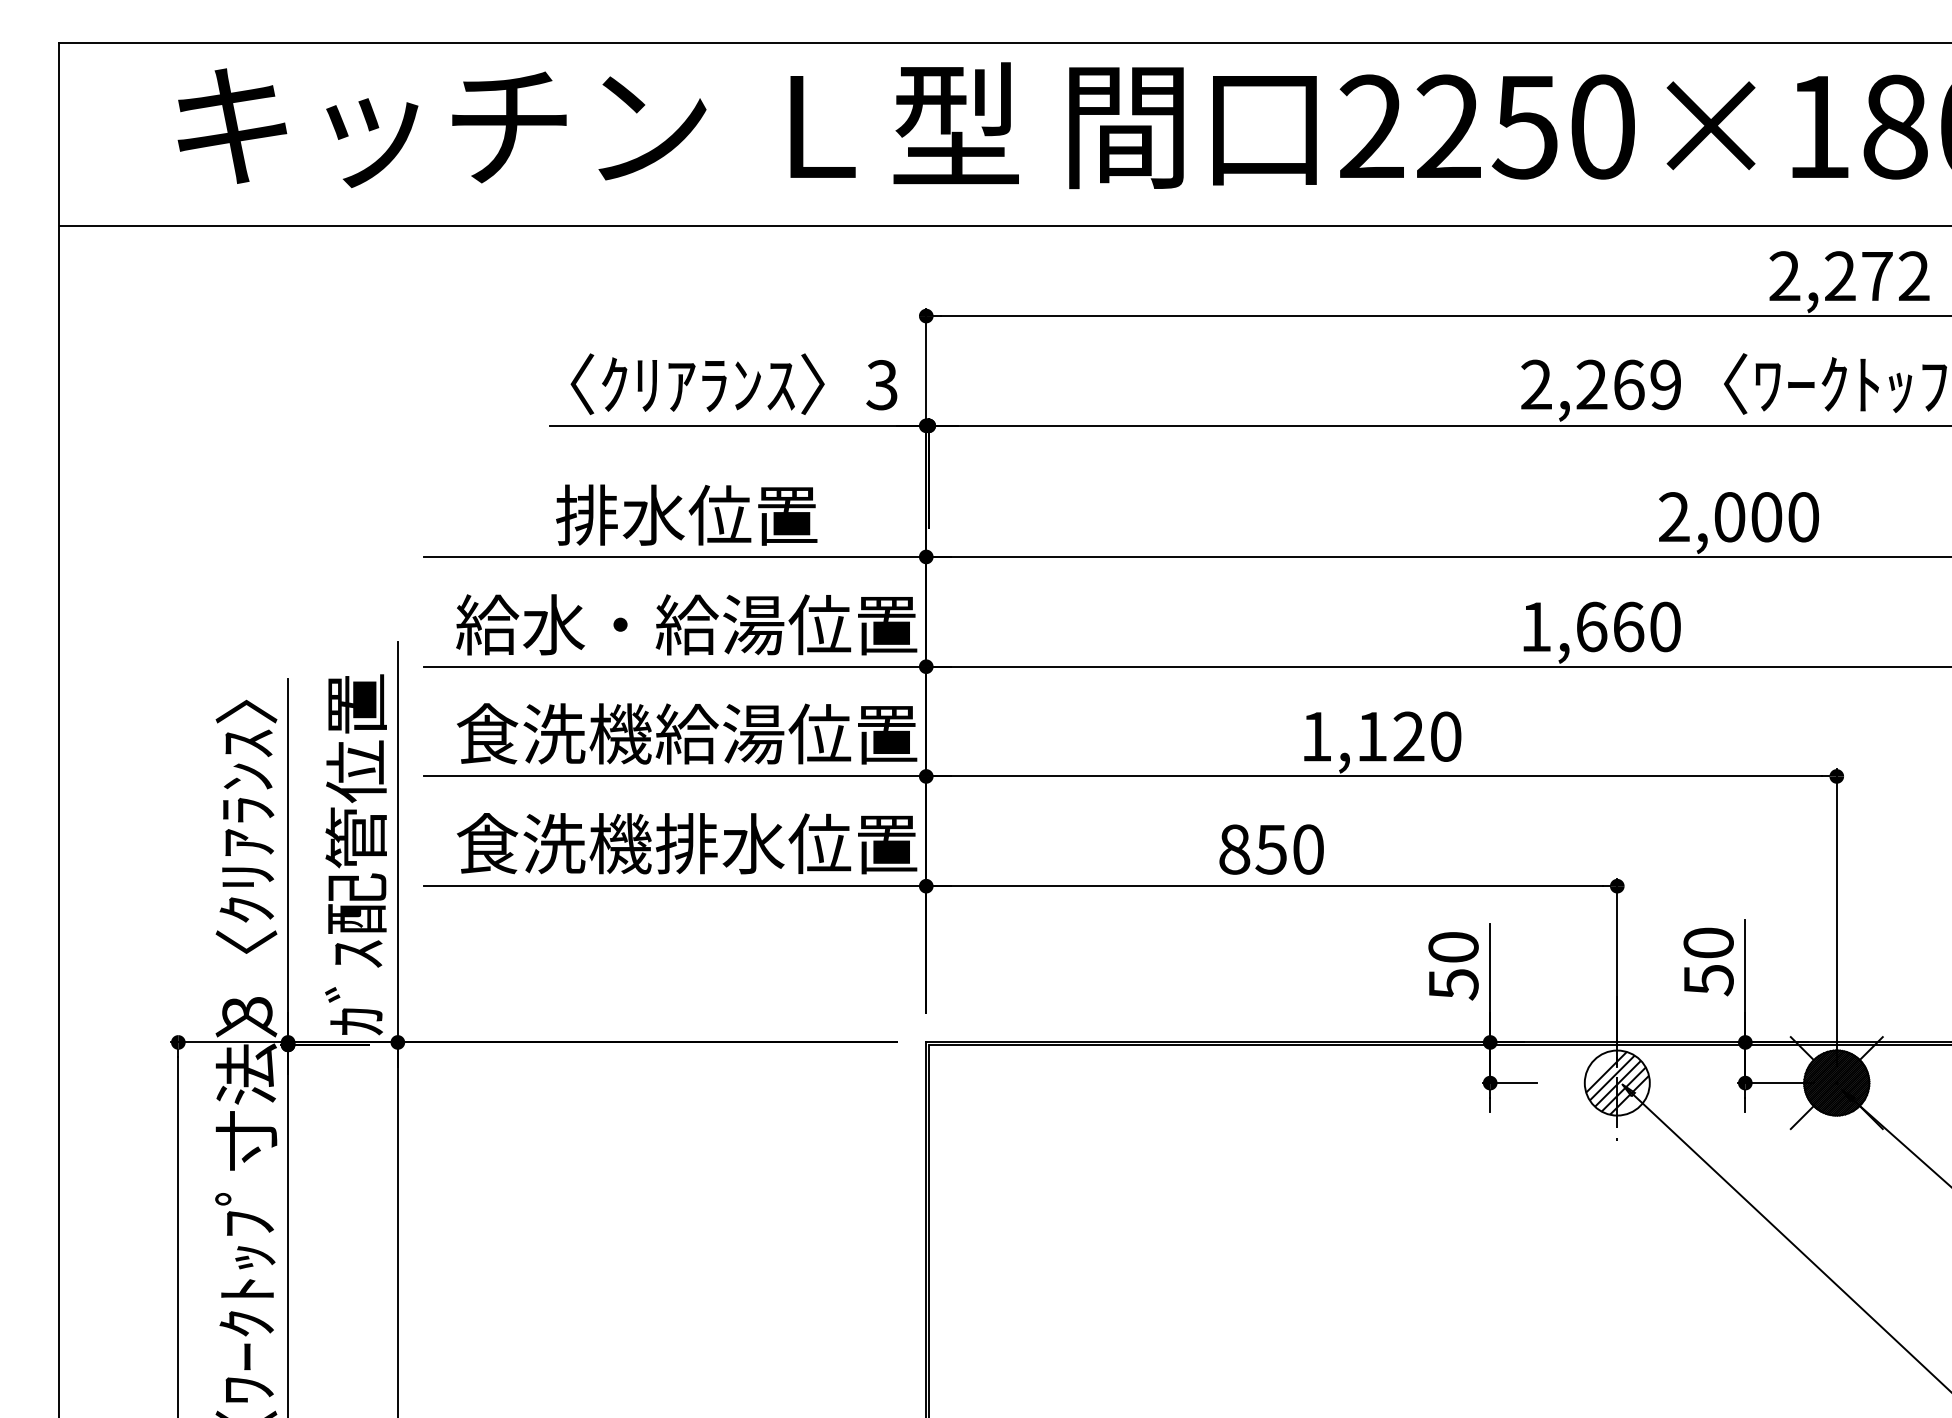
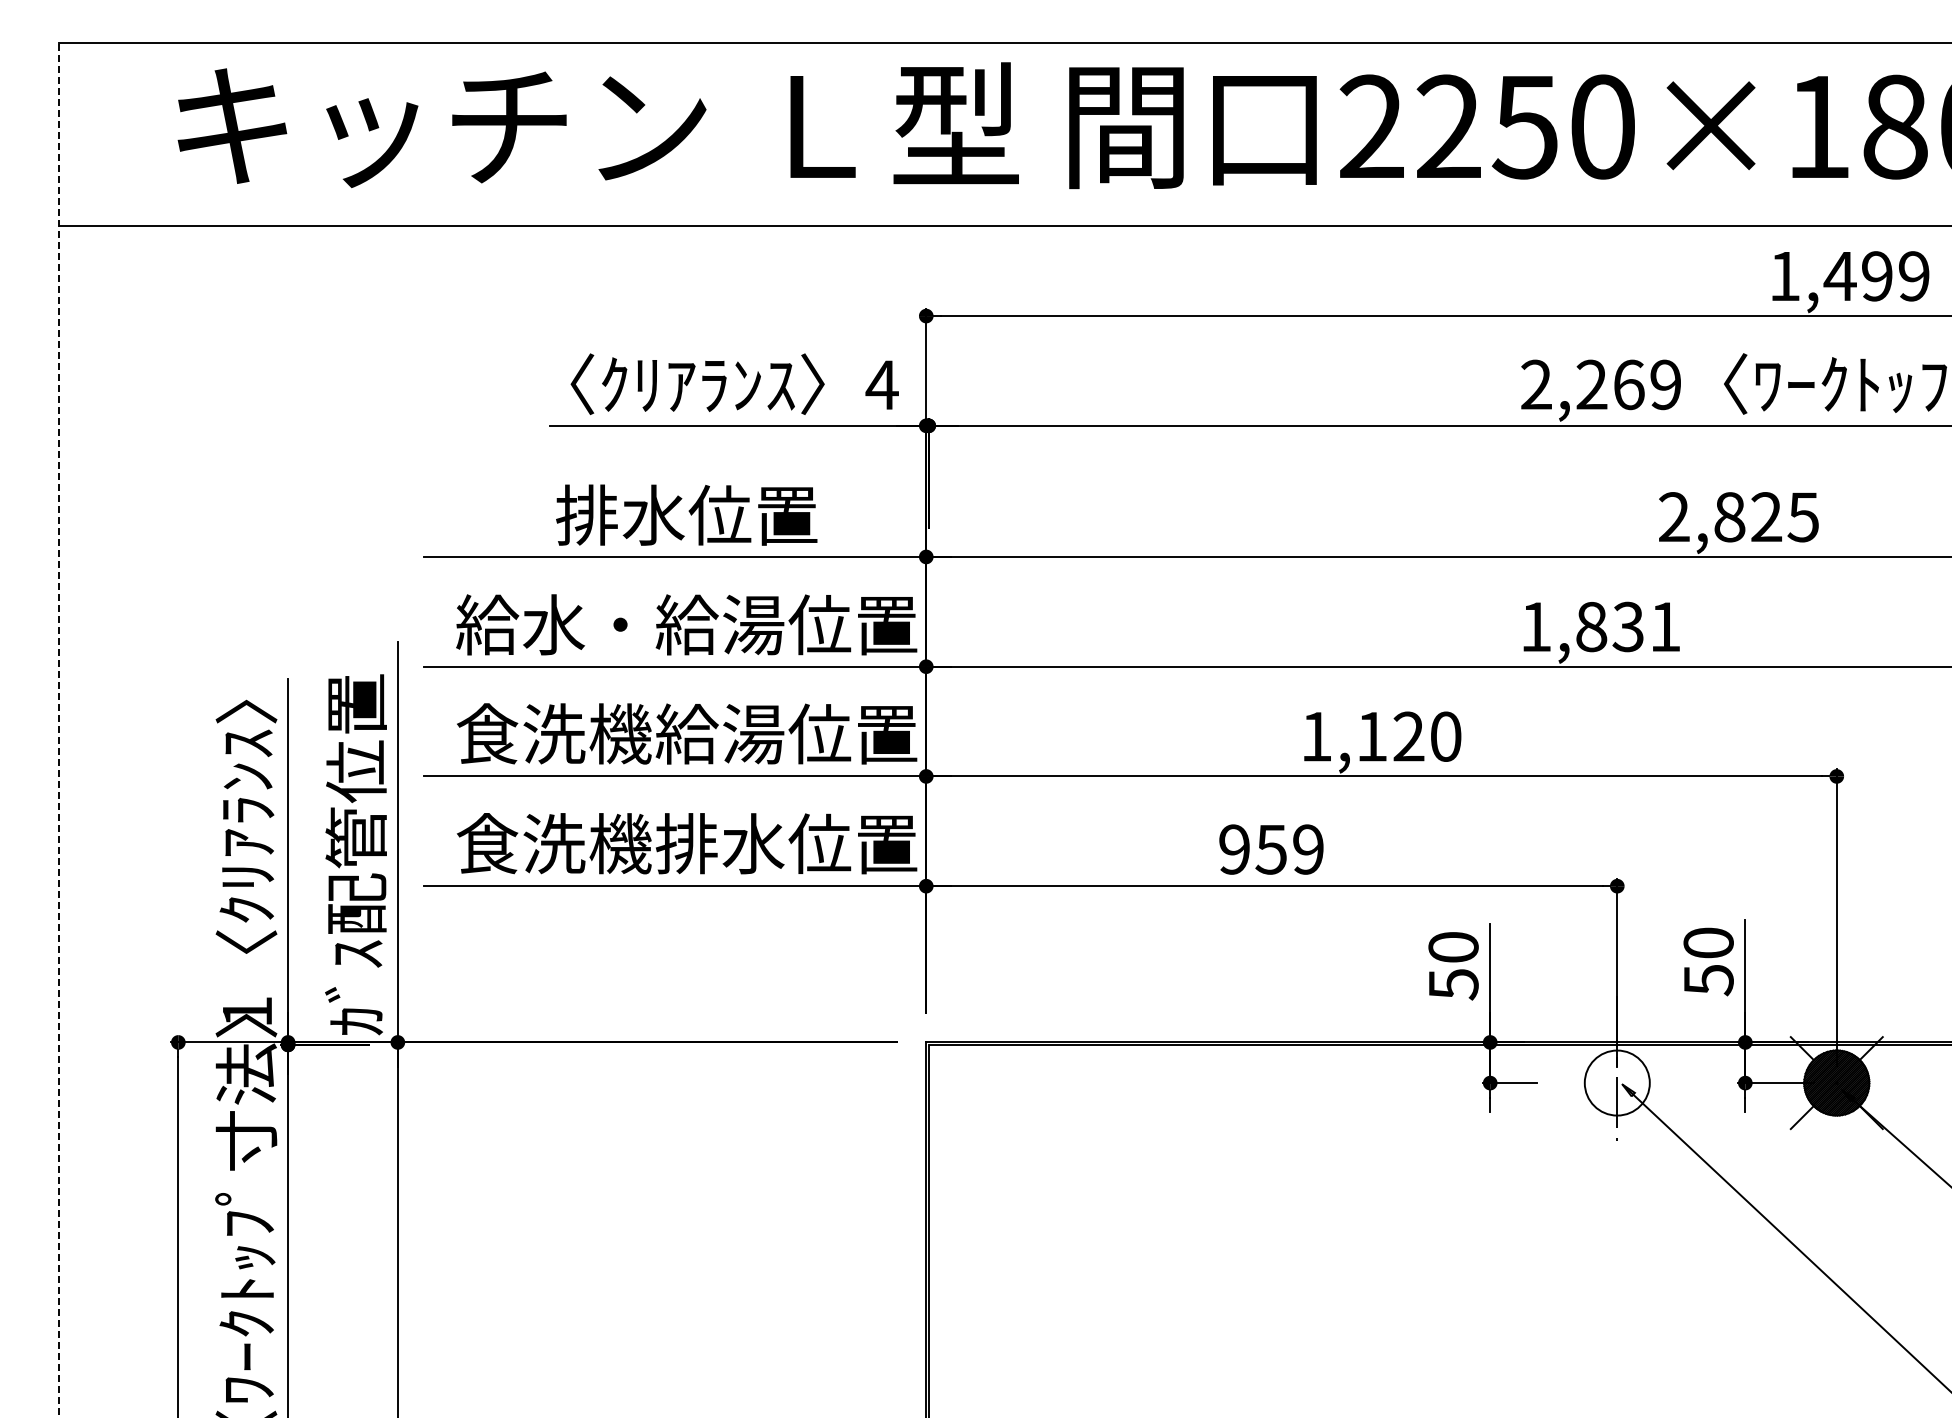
text at (1849, 276): 2,272 -> 1,499
text at (881, 385): 3 -> 4
text at (1766, 517): 2,000 -> 2,825
text at (1628, 626): 1,660 -> 1,831
line at (58, 730): solid -> dashed
text at (1271, 849): 850 -> 959
text at (247, 1011): 3 -> 1
hatch at (1617, 1082): present -> none
